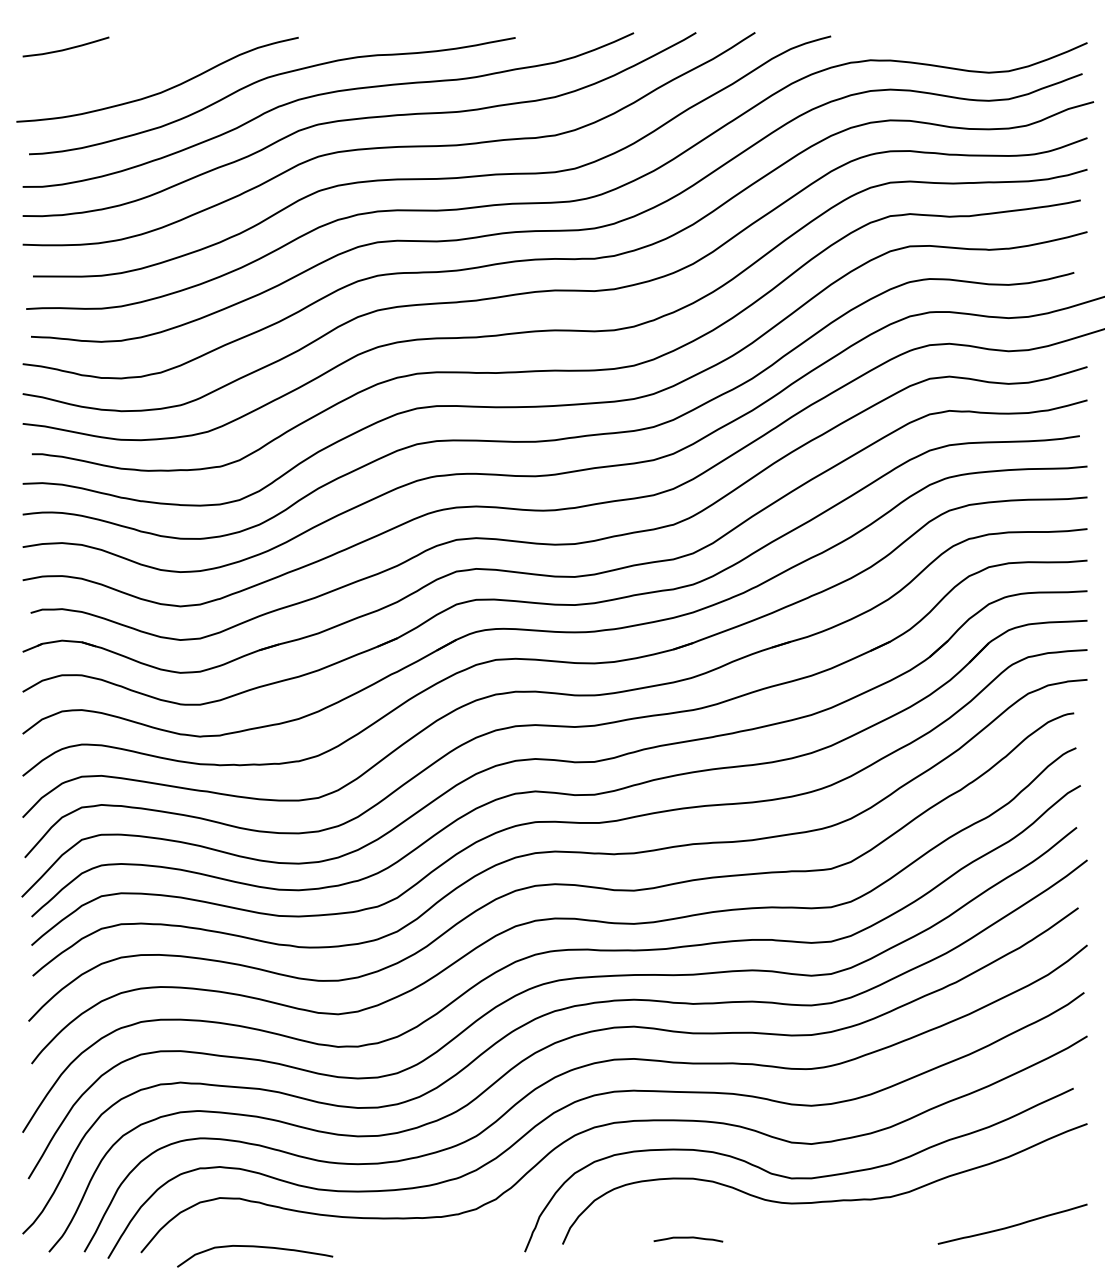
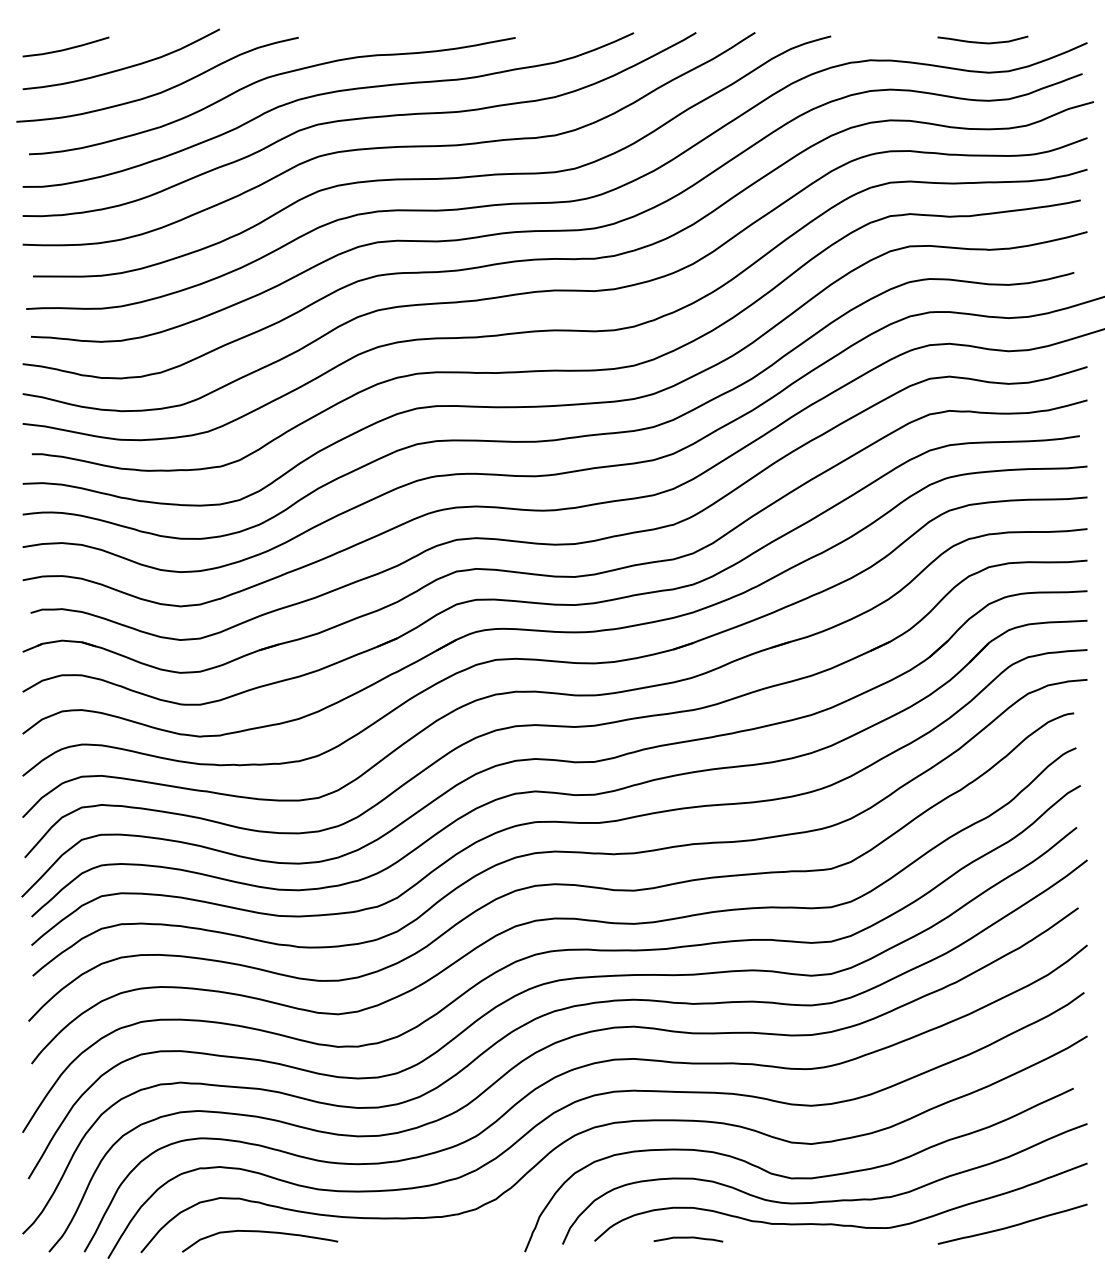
curve at (982, 42): none -> present
curve at (123, 67): none -> present
curve at (835, 1223): none -> present
curve at (255, 1247) position: (255, 1247) -> (260, 1232)
